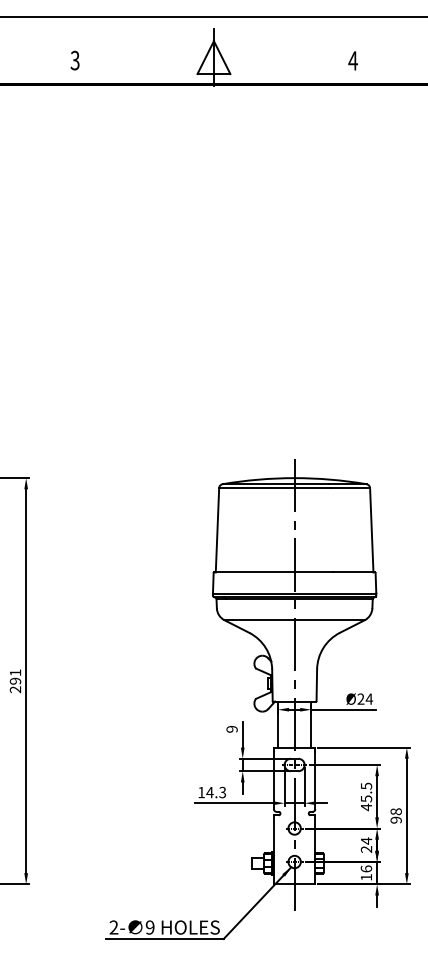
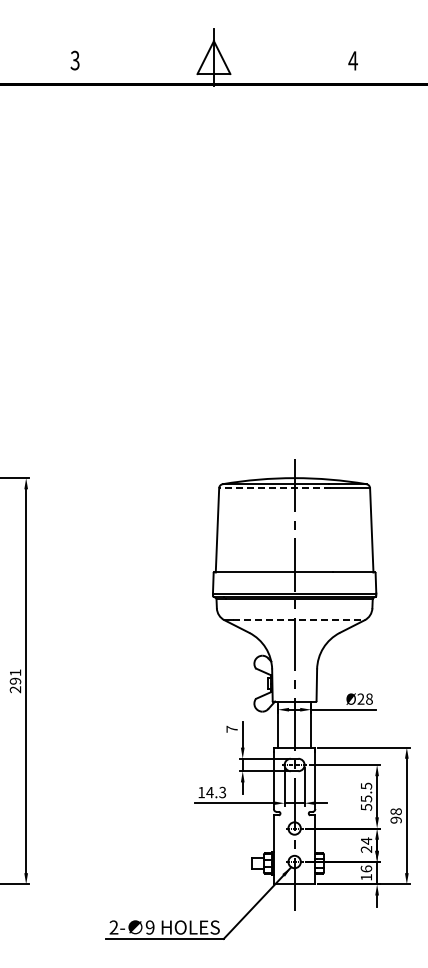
line at (213, 17): present -> none
line at (274, 488): solid -> dashed
line at (298, 620): solid -> dashed
text at (369, 698): 24 -> 28
text at (231, 728): 9 -> 7
text at (366, 807): 45.5 -> 55.5
